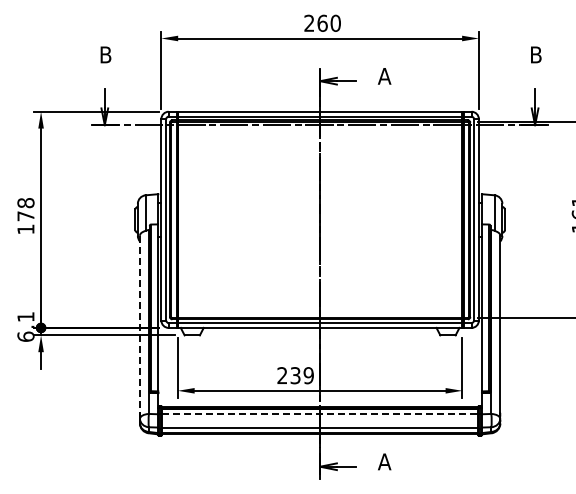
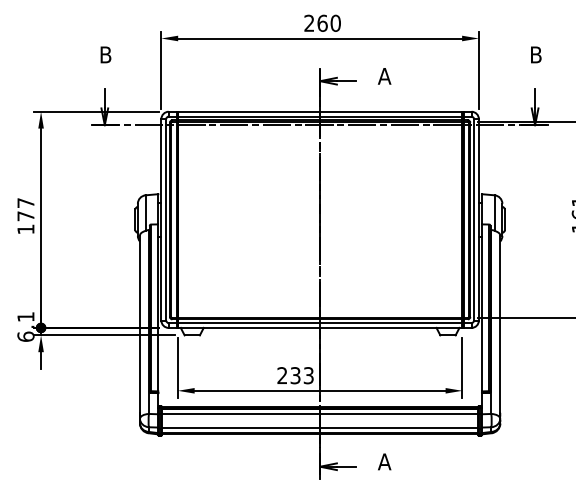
text at (25, 203): 178 -> 177
line at (140, 324): dashed -> solid
text at (308, 375): 239 -> 233
line at (320, 414): dashed -> solid
